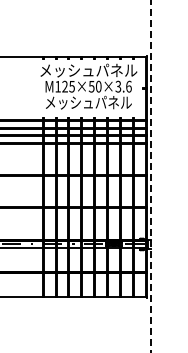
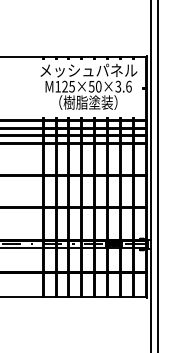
text at (88, 102): メッシュパネル -> （樹脂塗装）
line at (157, 175): none -> present
line at (151, 176): dashed -> solid
